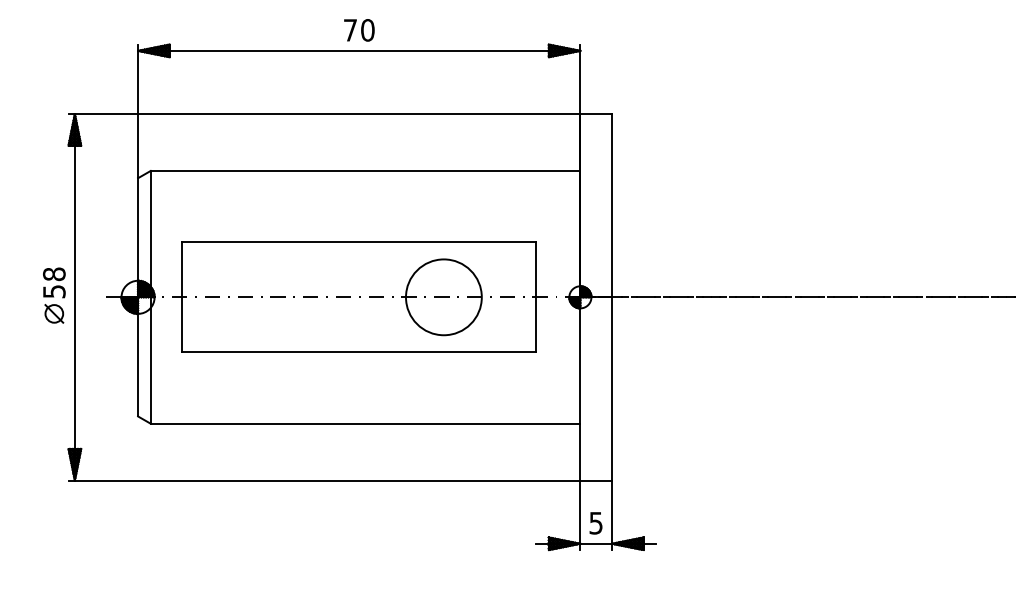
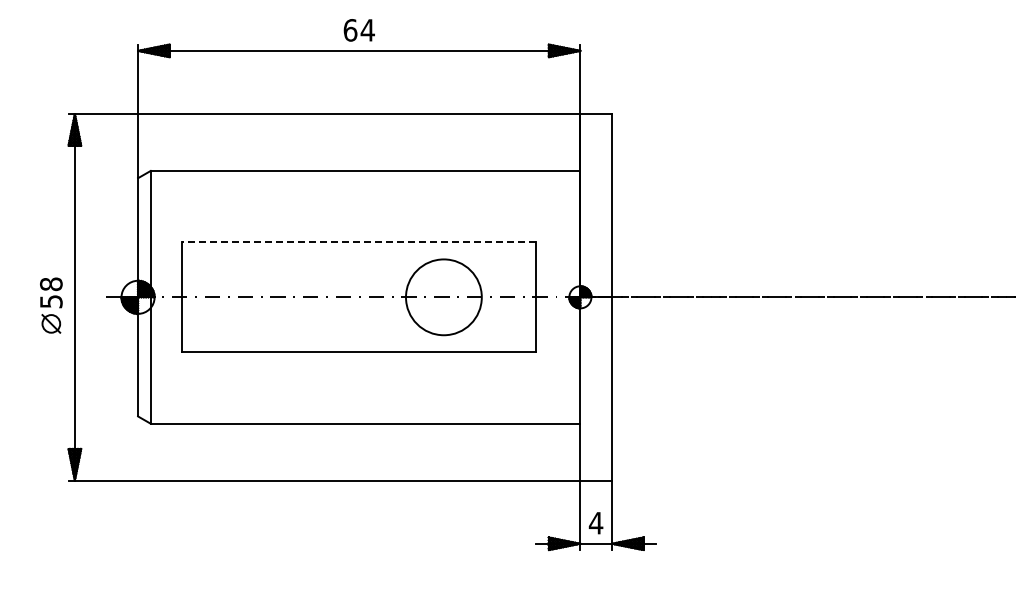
text at (358, 30): 70 -> 64
line at (359, 242): solid -> dashed
part at (54, 295) position: (54, 295) -> (51, 305)
text at (595, 523): 5 -> 4
